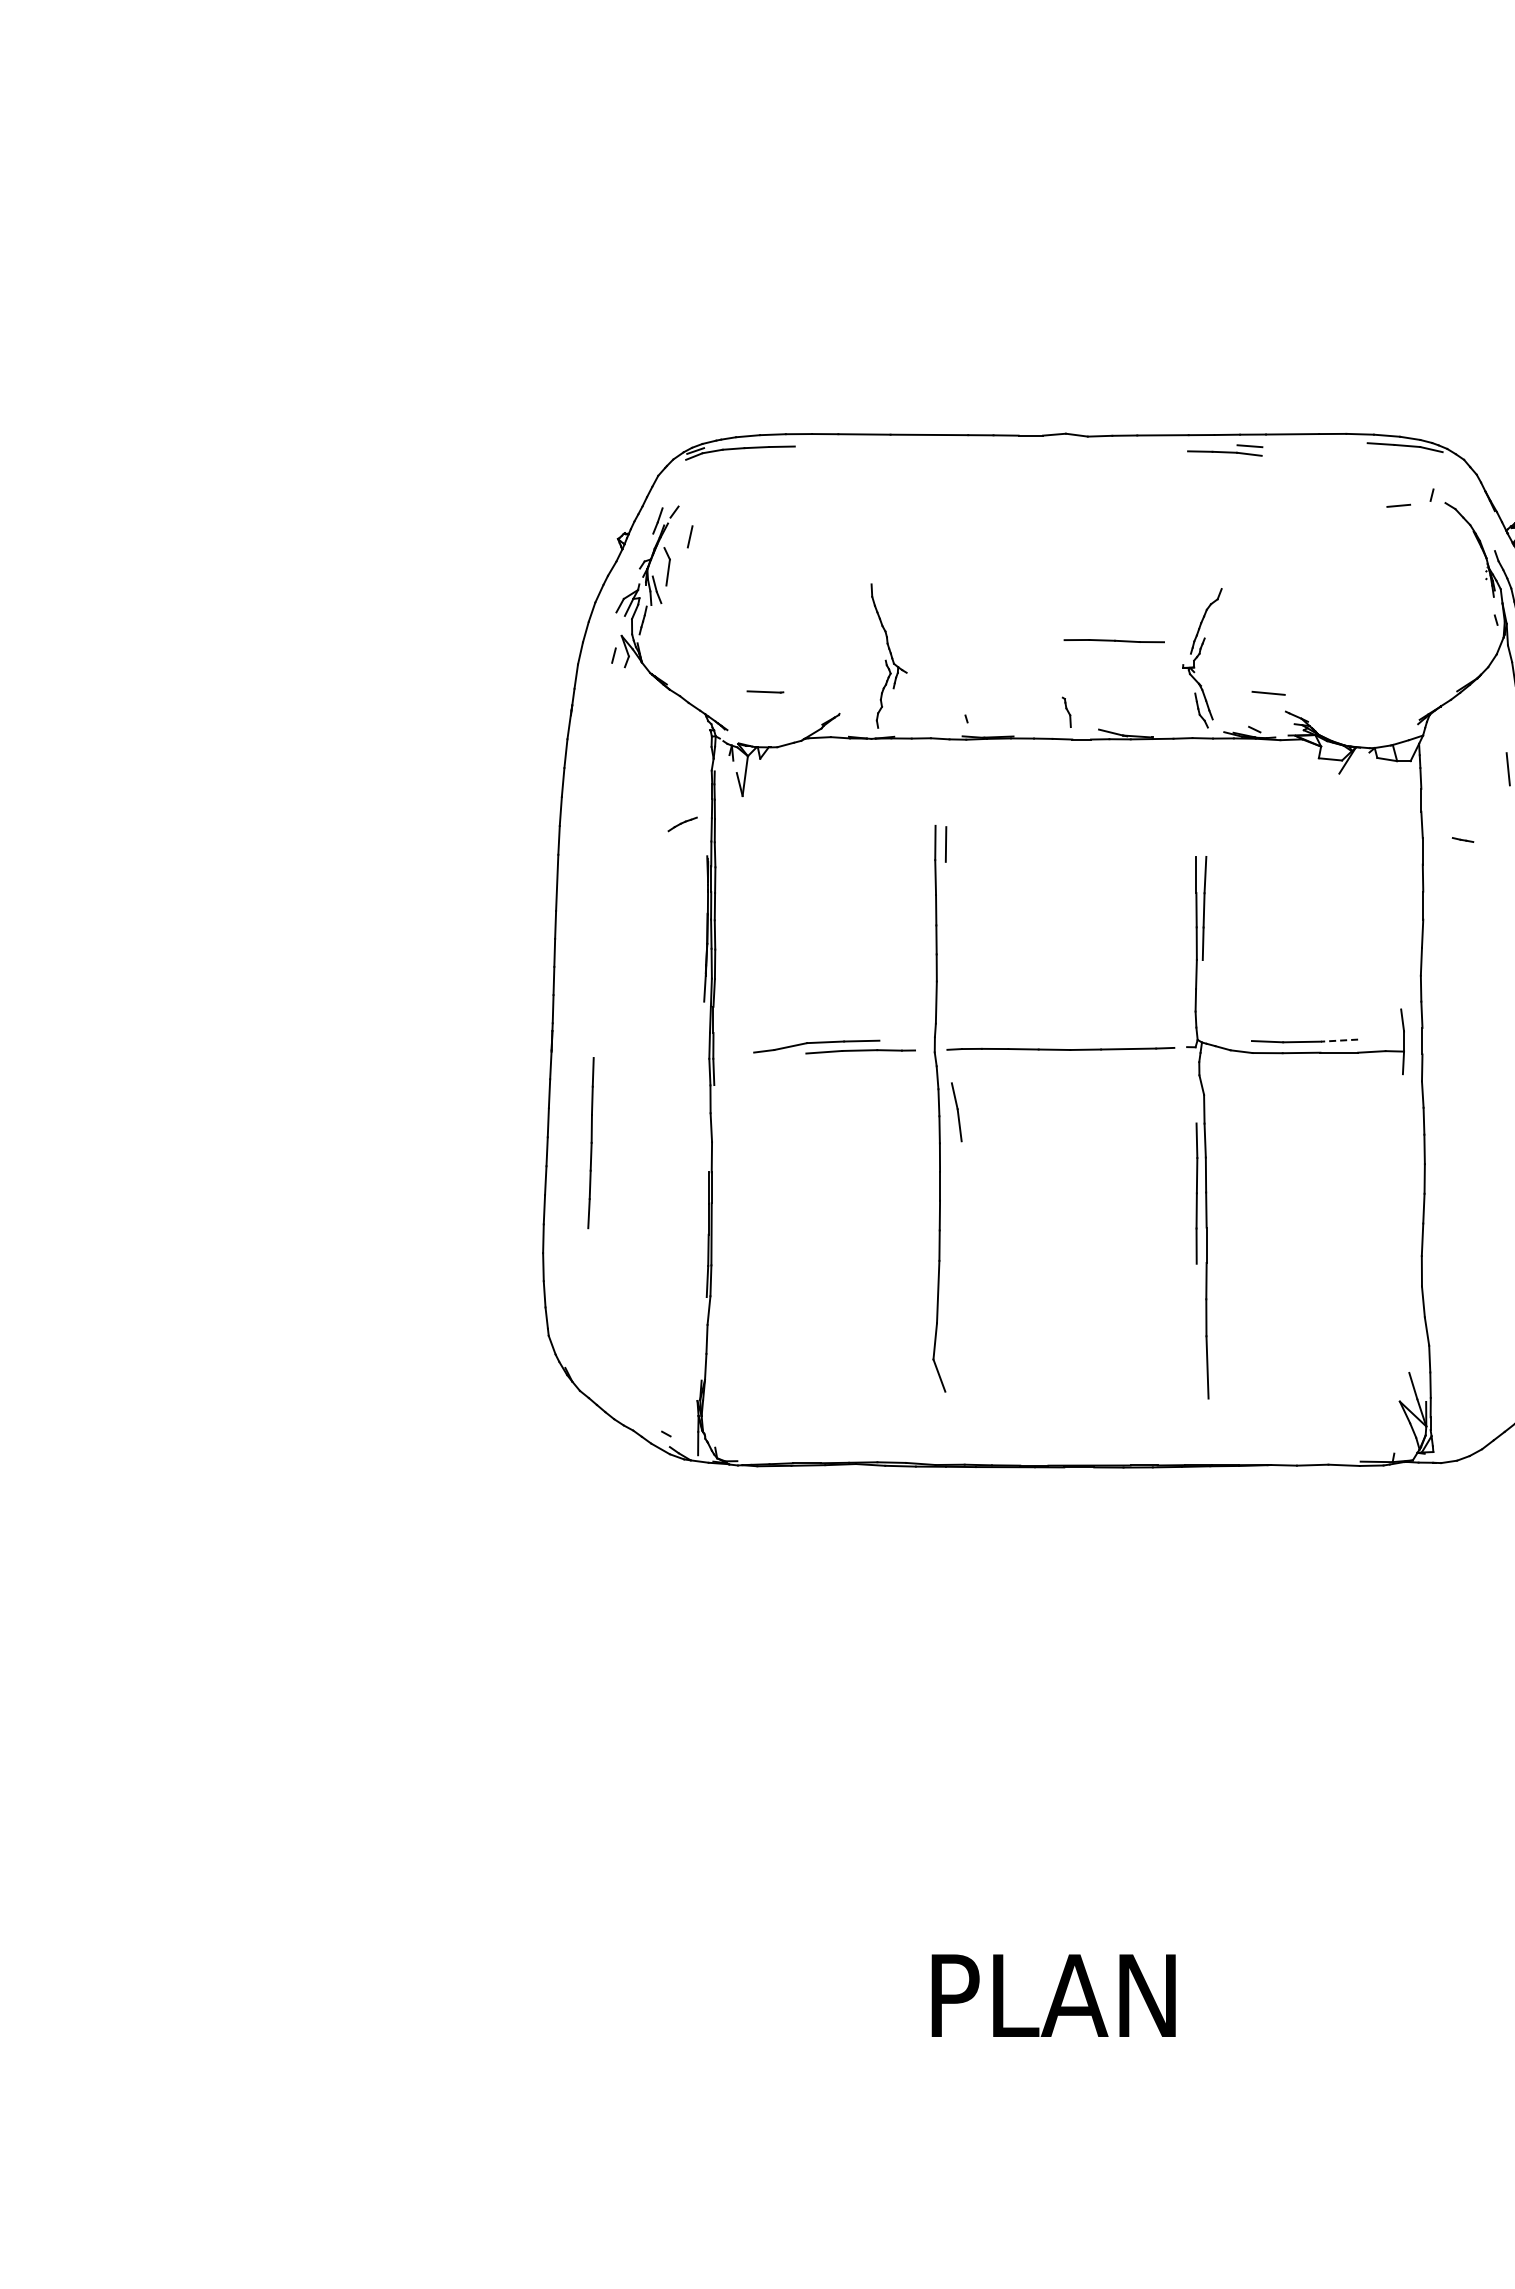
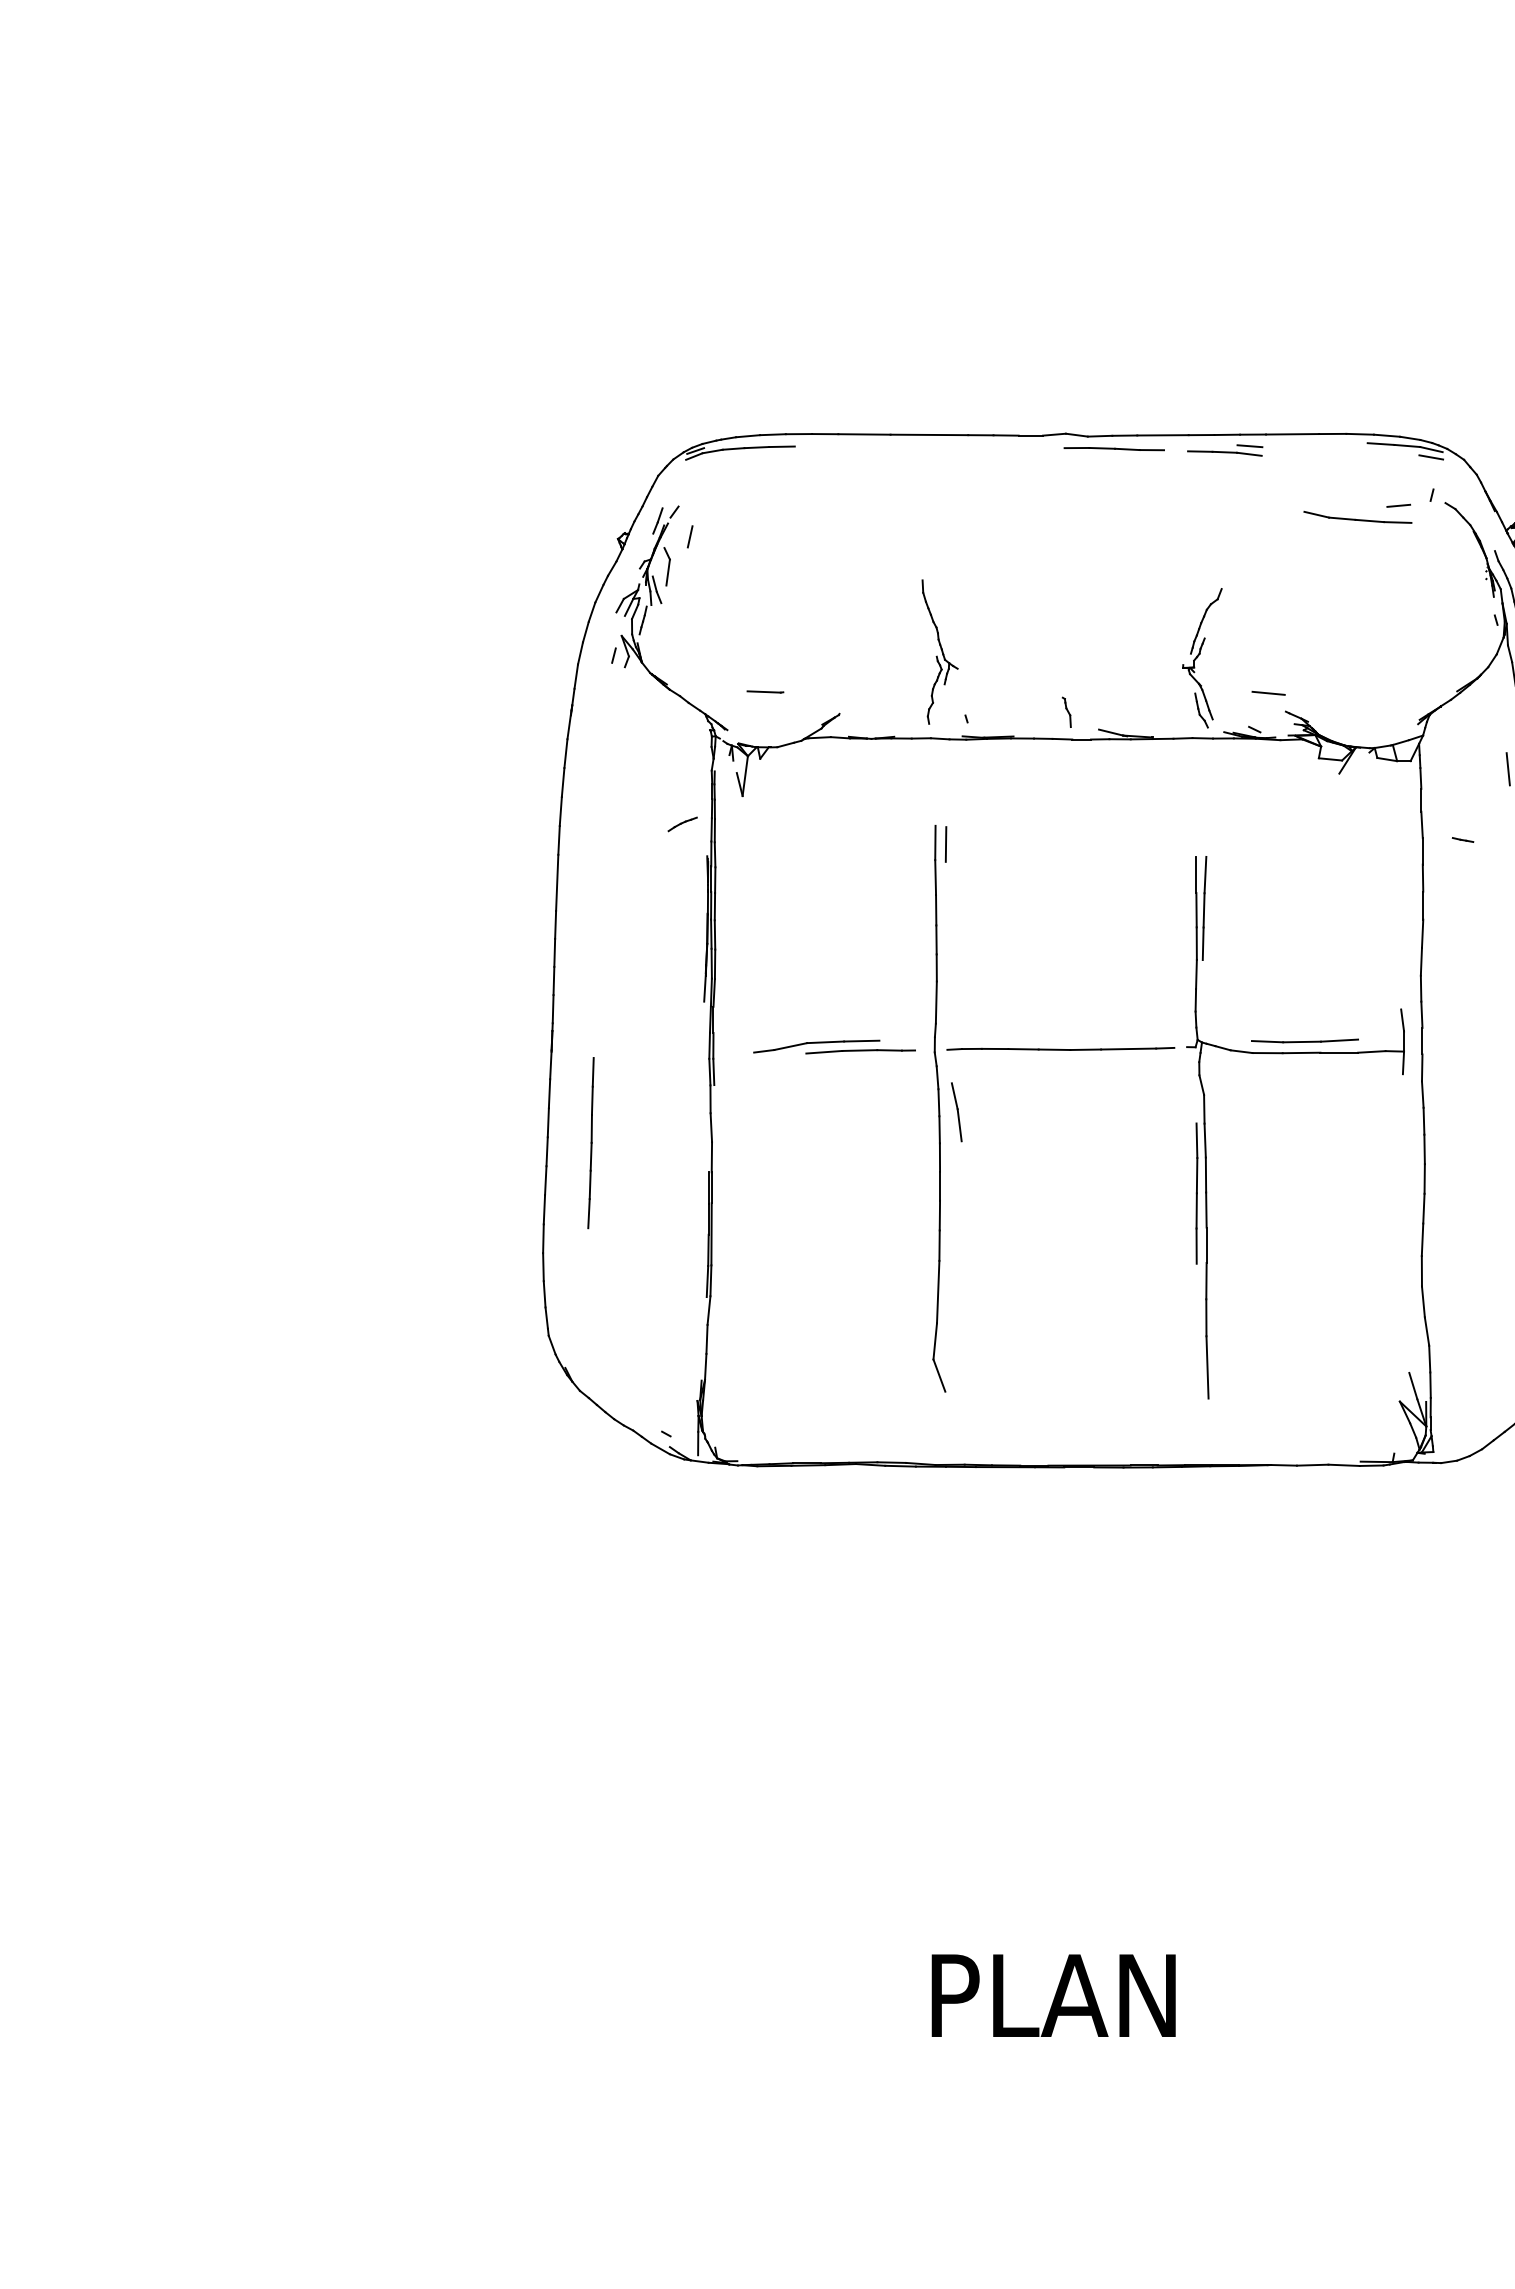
line at (1431, 457): none -> present
part at (1357, 517): none -> present
line at (1113, 641) position: (1113, 641) -> (1113, 449)
part at (888, 655) position: (888, 655) -> (939, 651)
line at (1339, 1040): dashed -> solid
